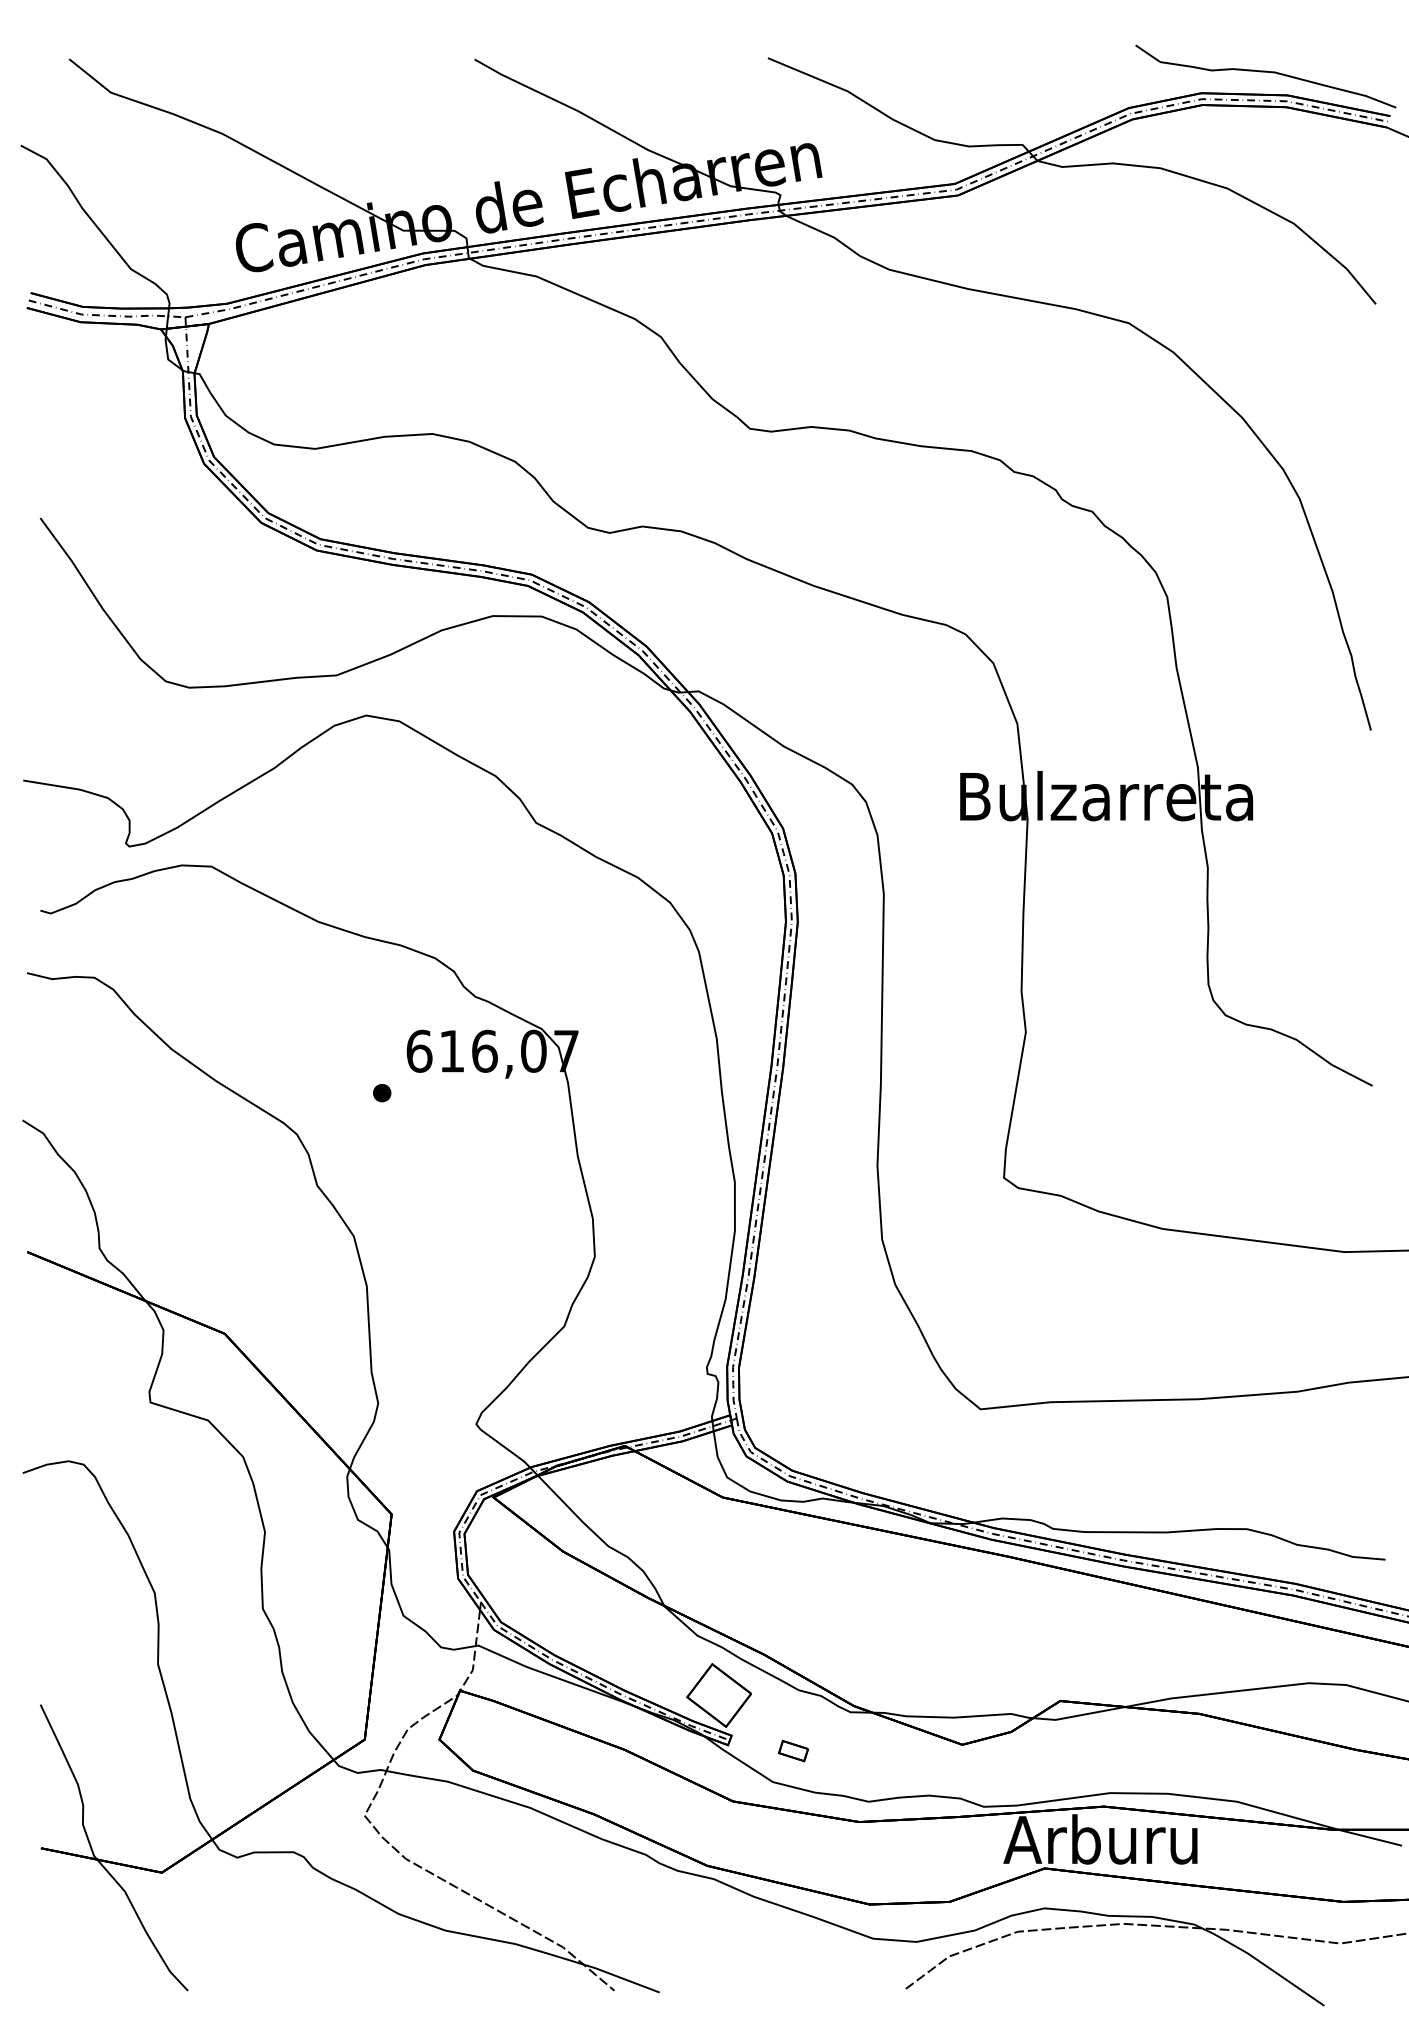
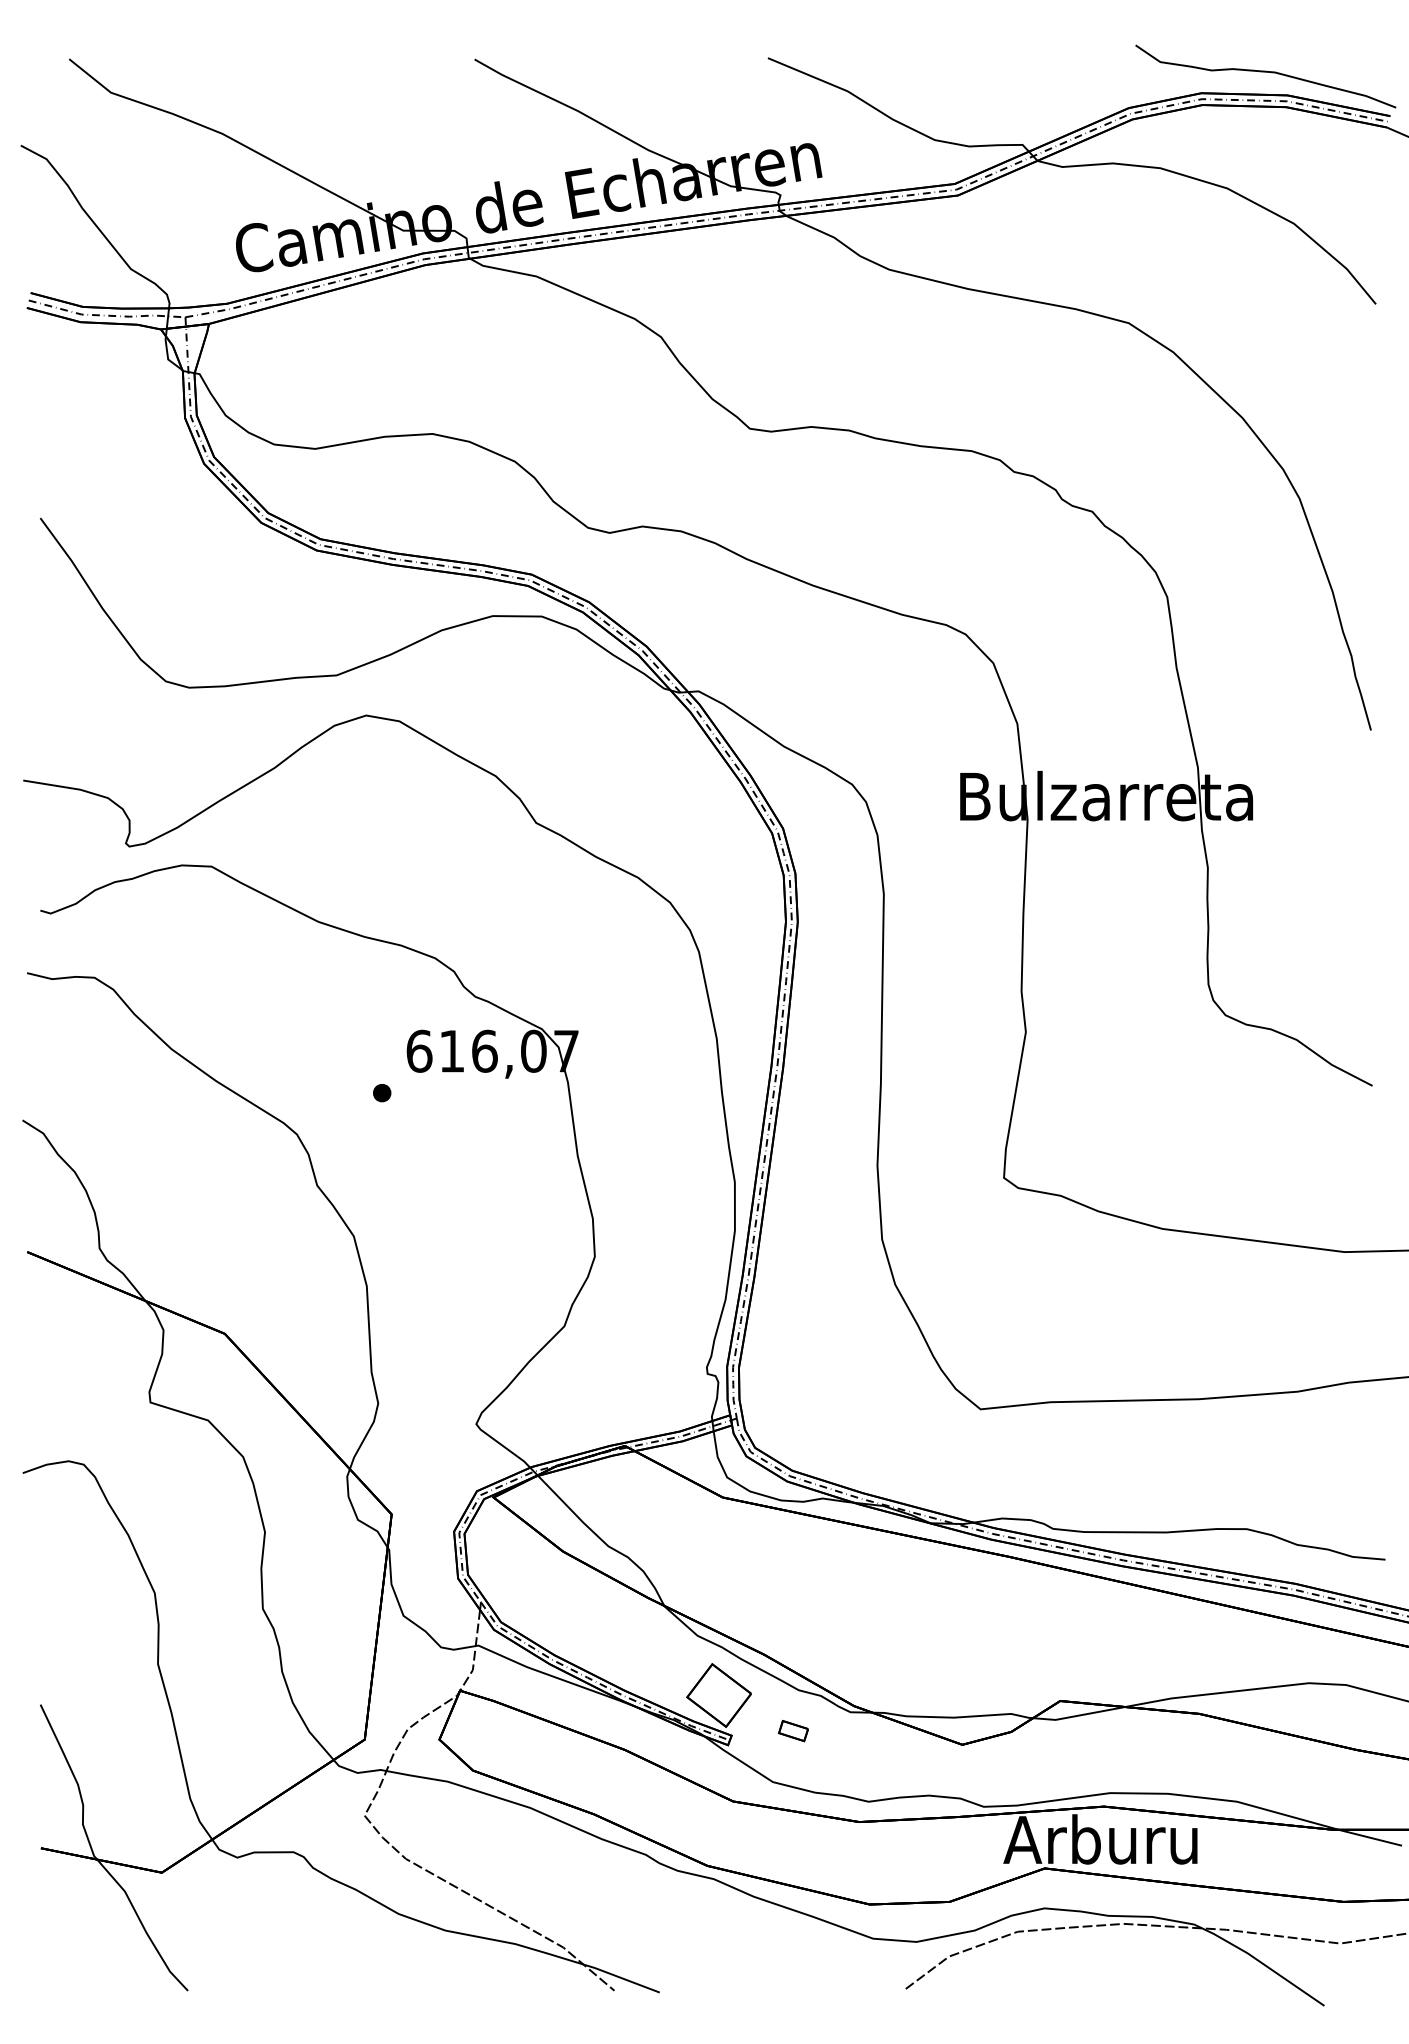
part at (793, 1750) position: (793, 1750) -> (793, 1730)
